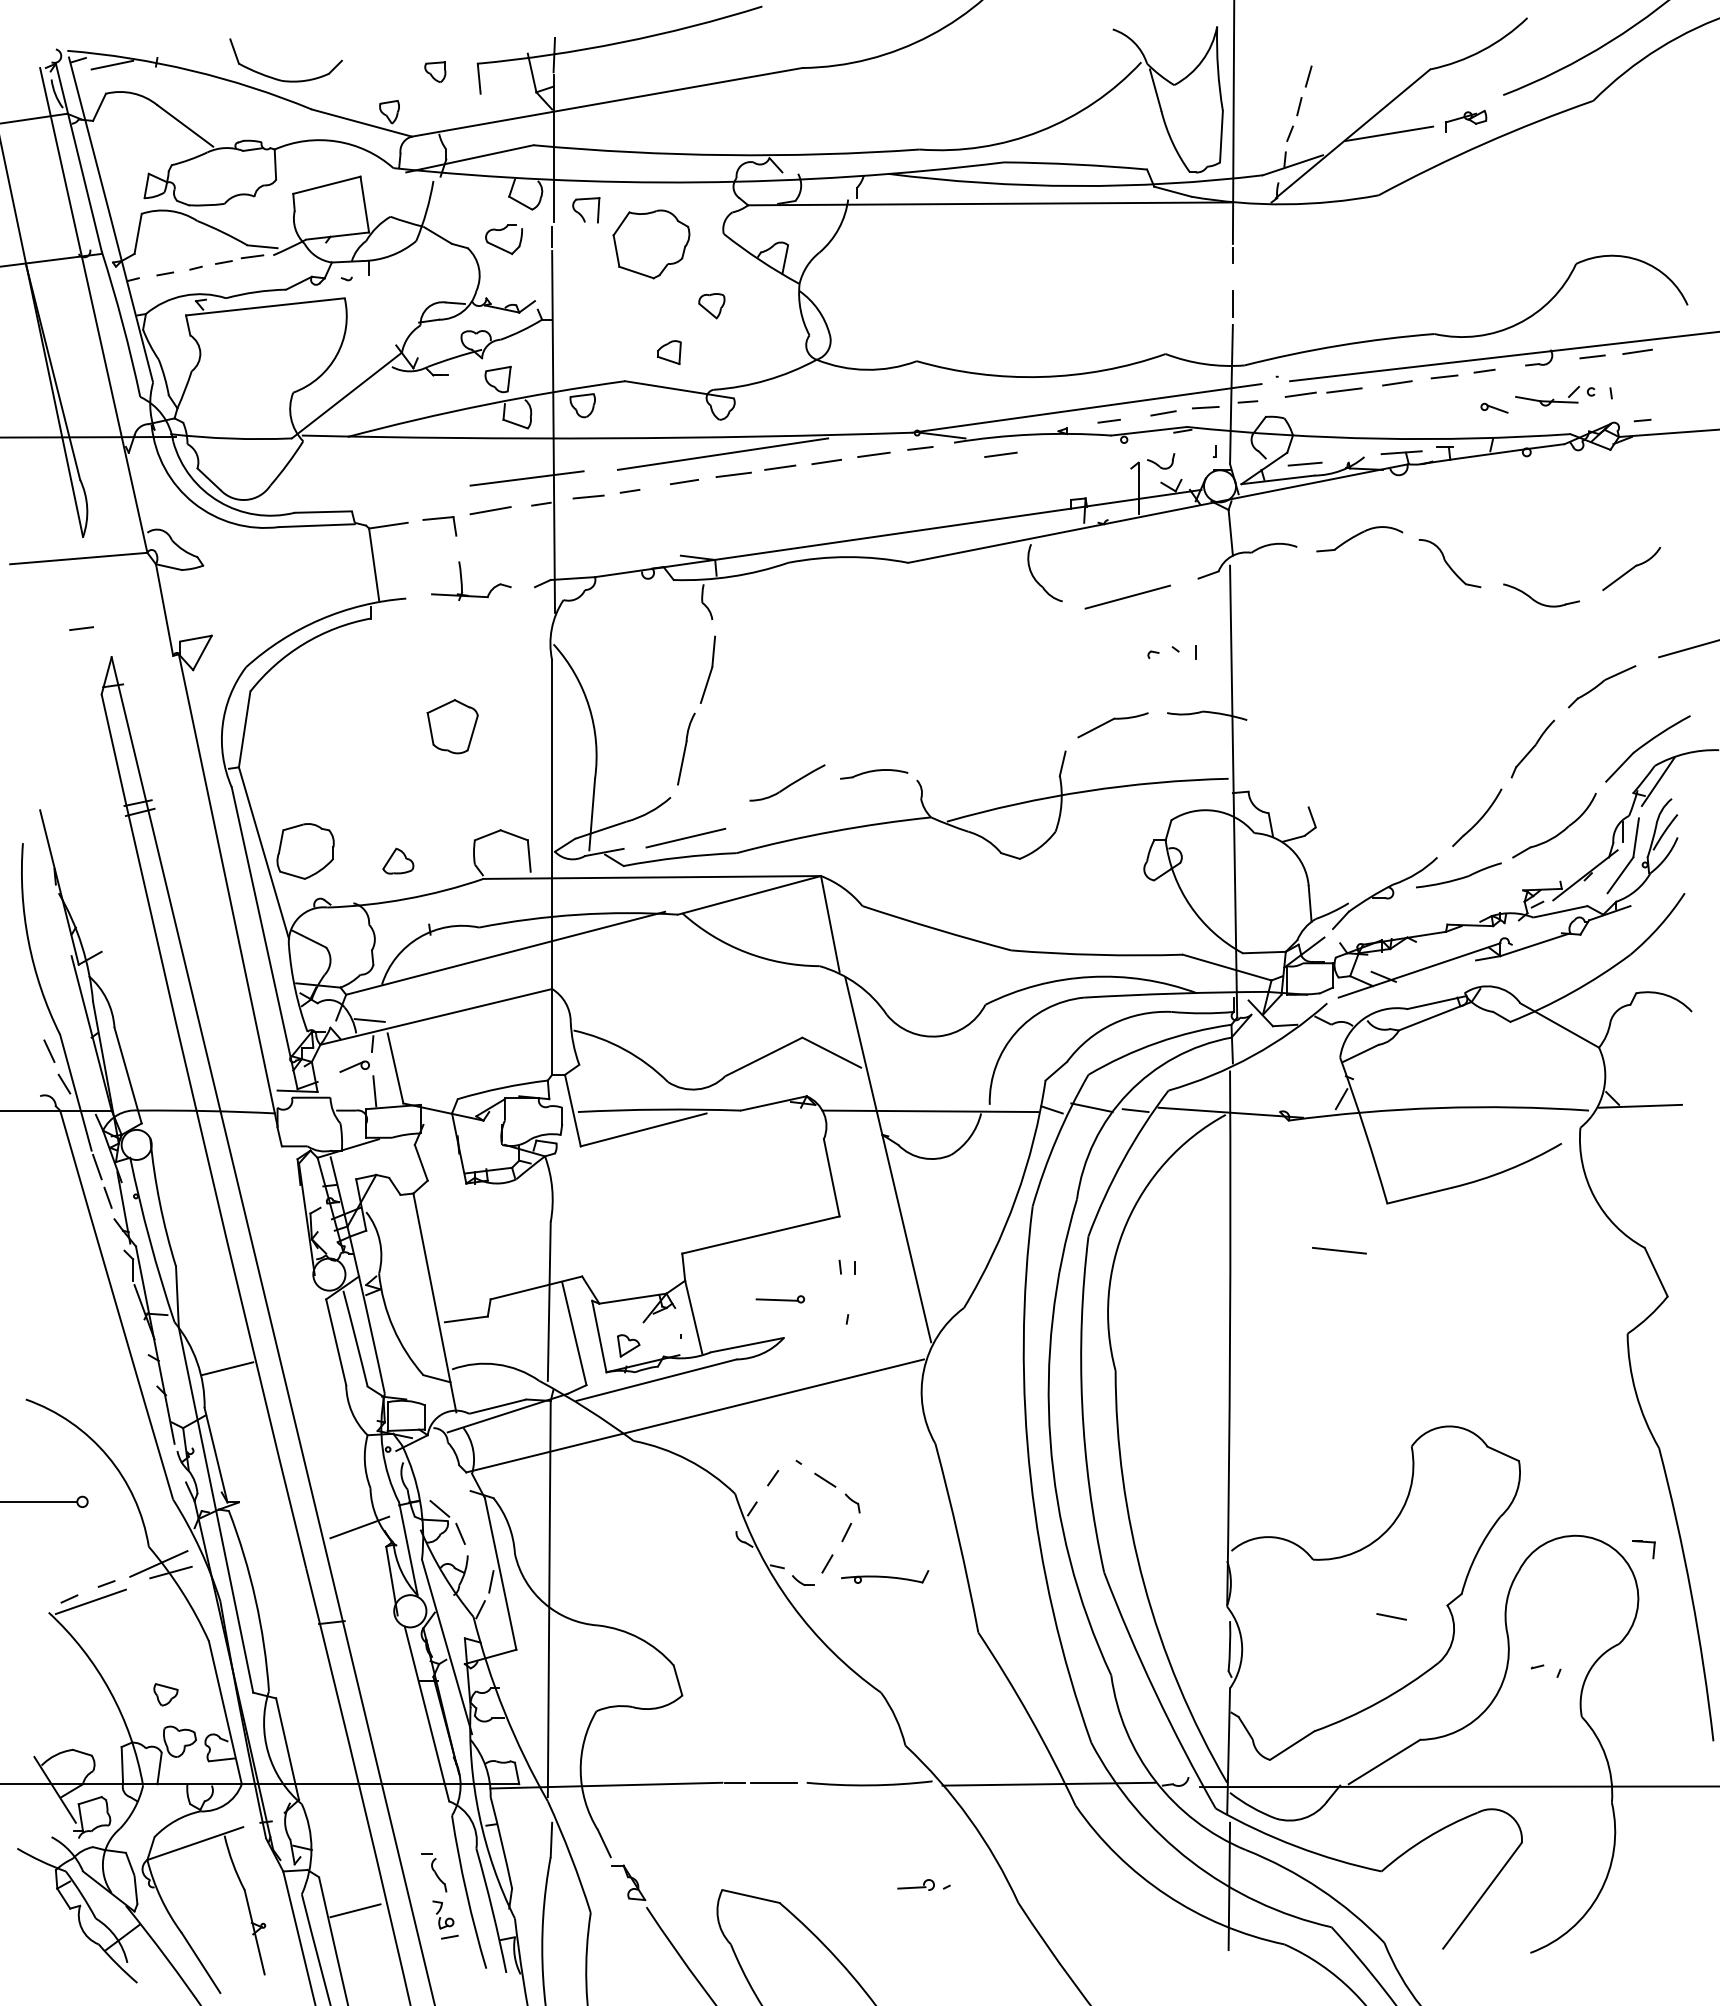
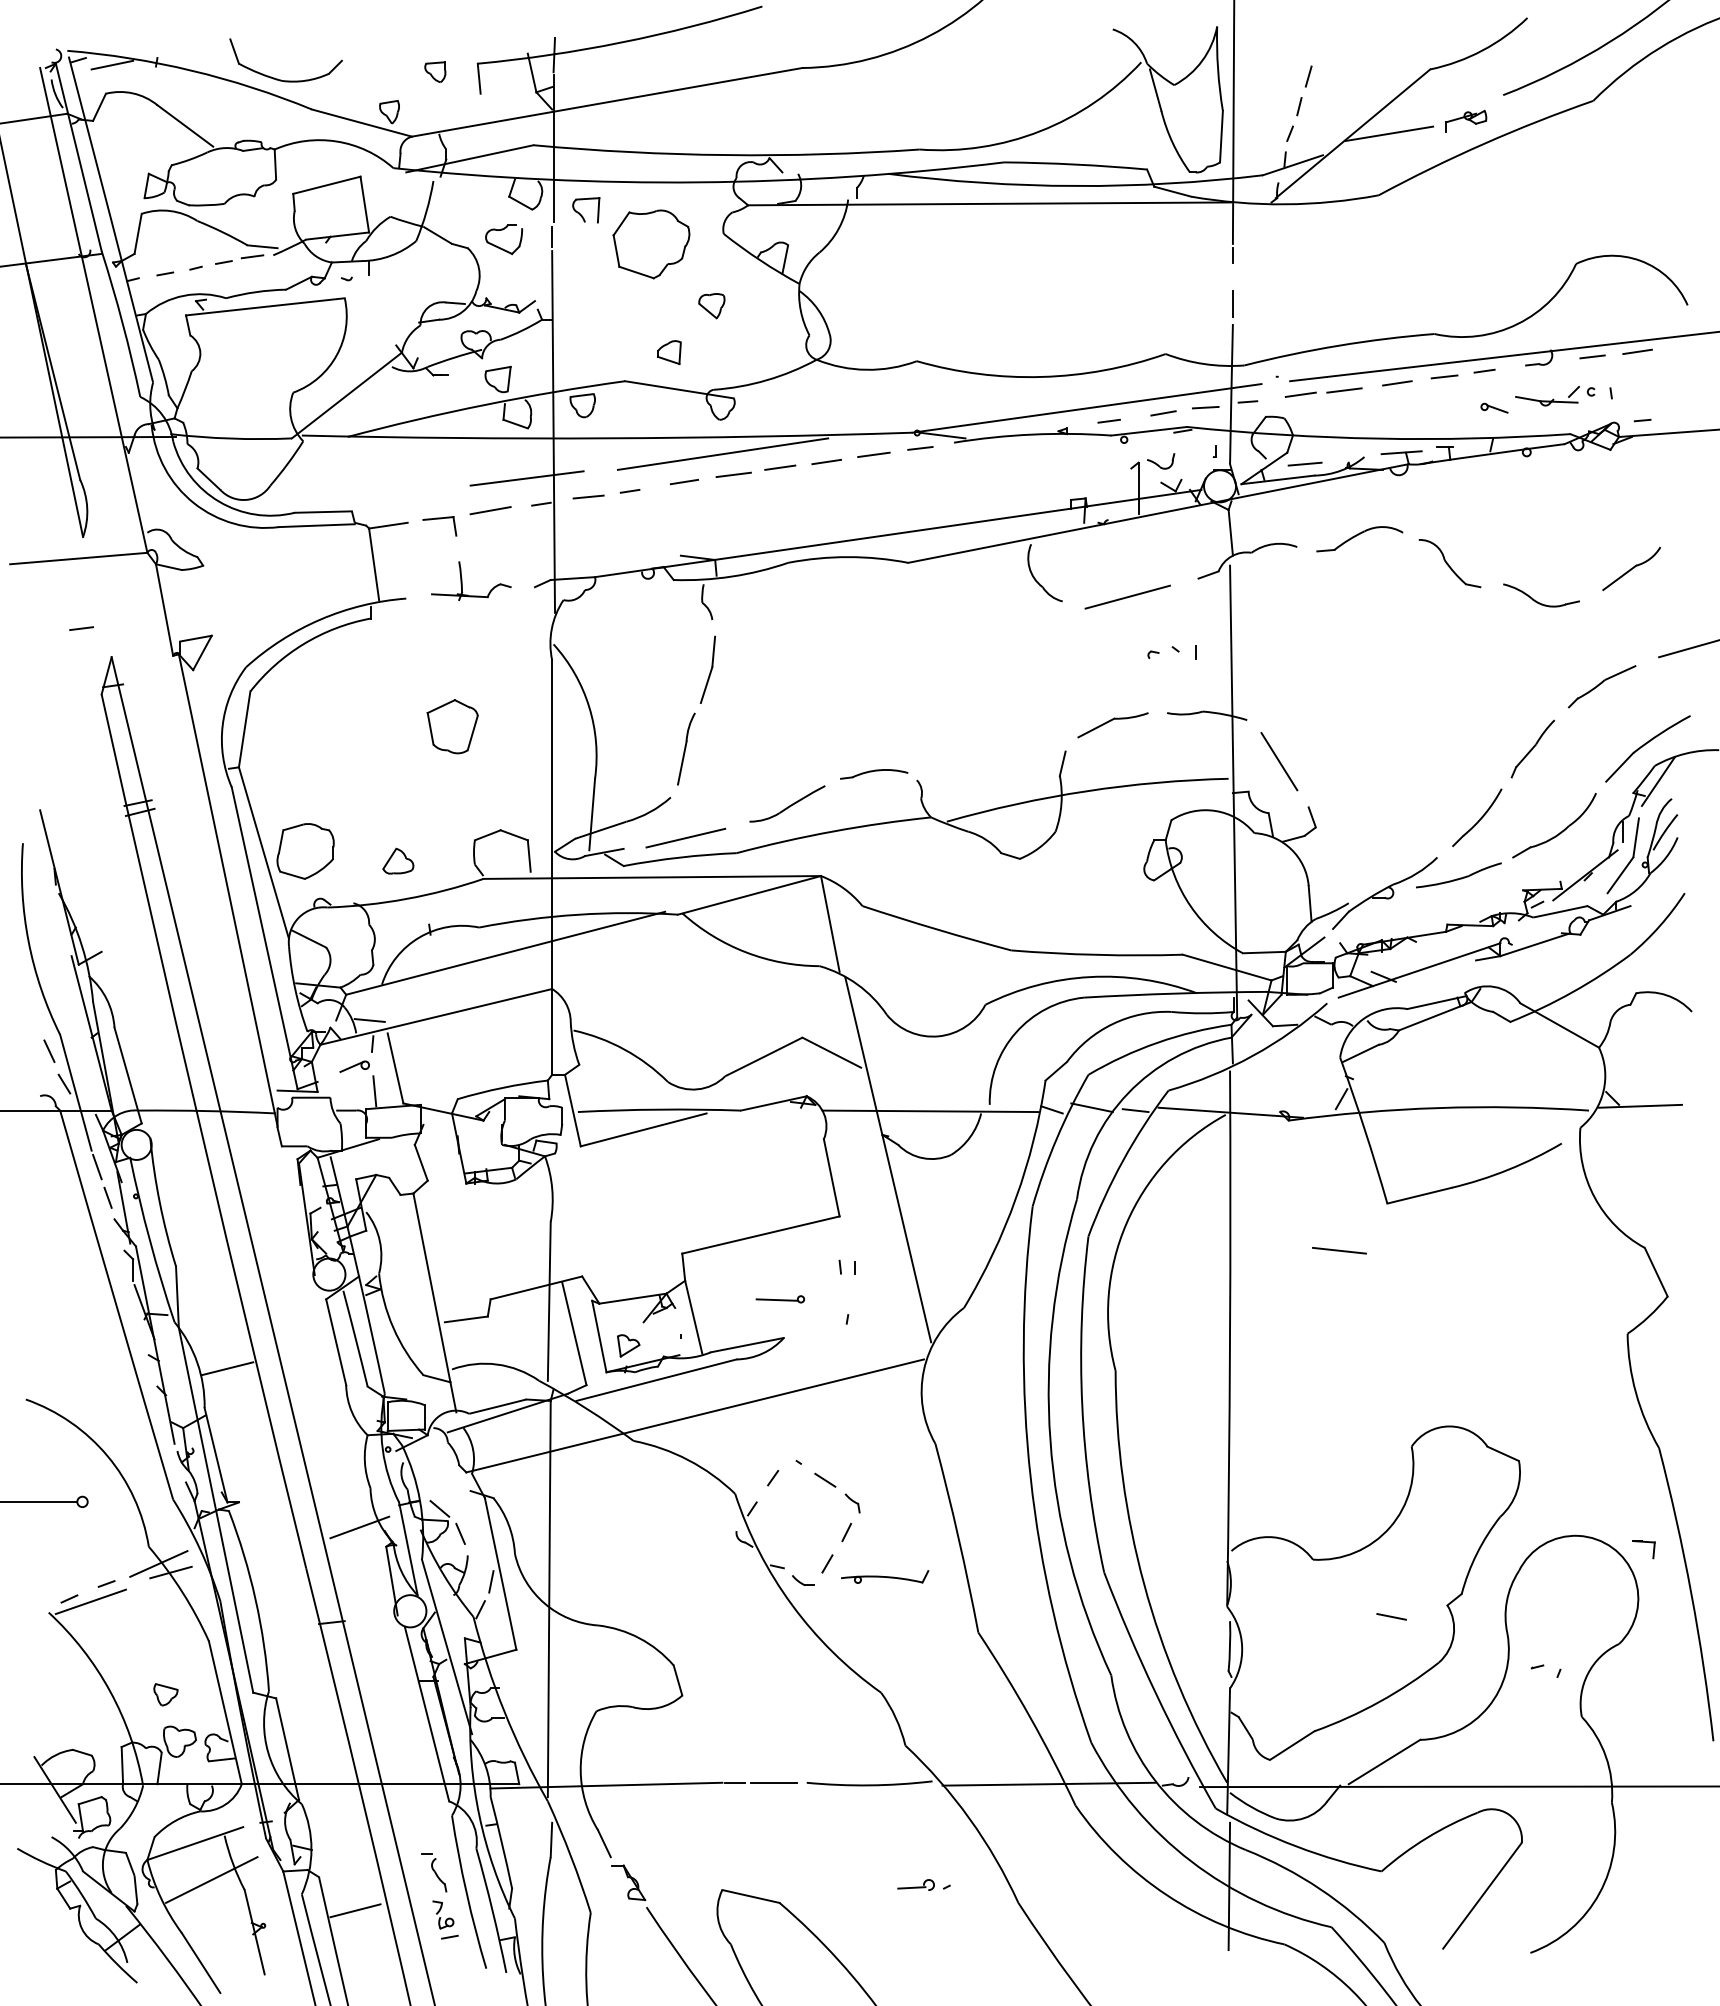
line at (1000, 454): present -> none
line at (1279, 761): none -> present
part at (787, 782) position: (787, 782) -> (787, 803)
line at (211, 1879): none -> present
